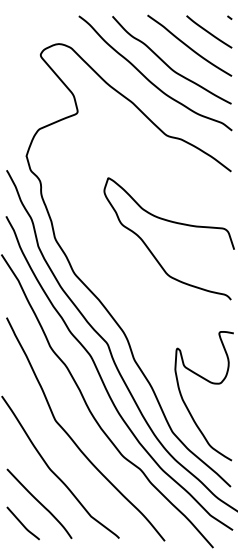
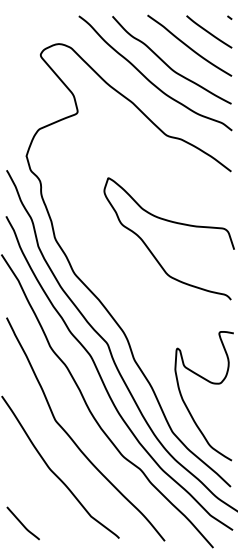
curve at (39, 503): present -> none
